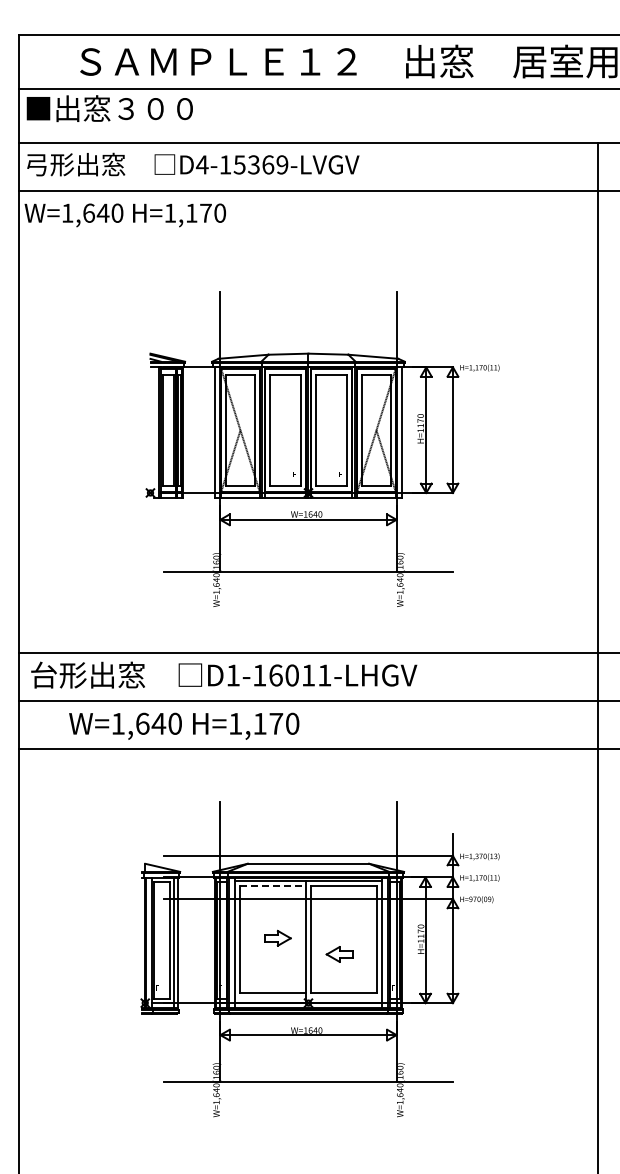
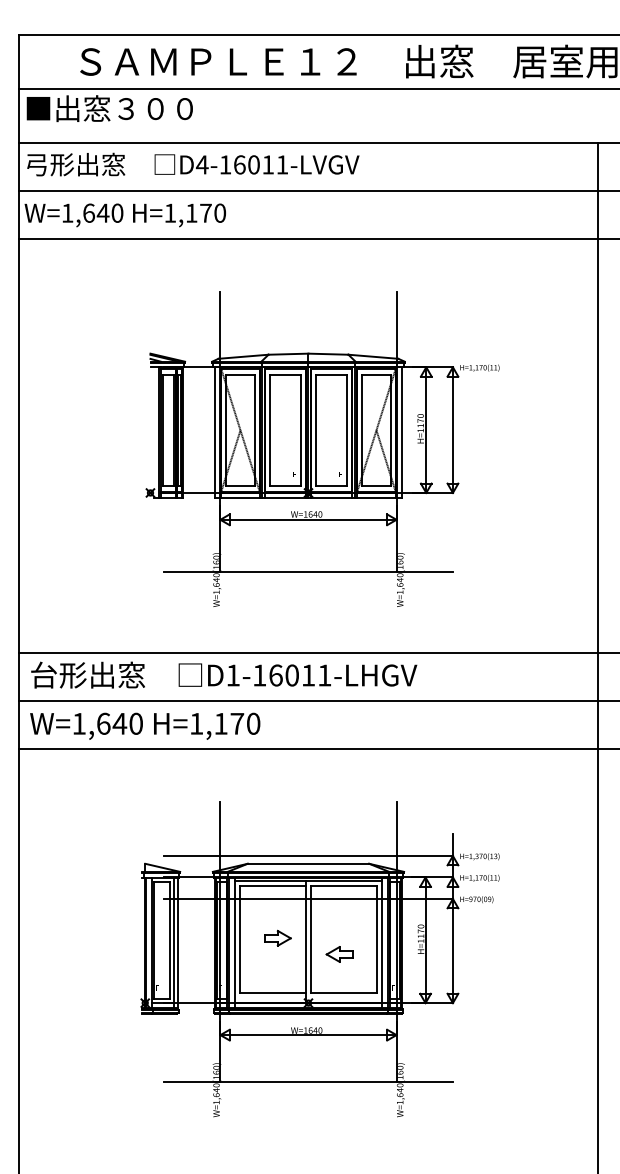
text at (260, 164): D4-15369-LVGV -> D4-16011-LVGV
line at (317, 239): none -> present
text at (184, 725) position: (184, 725) -> (145, 725)
line at (273, 886): dashed -> solid
